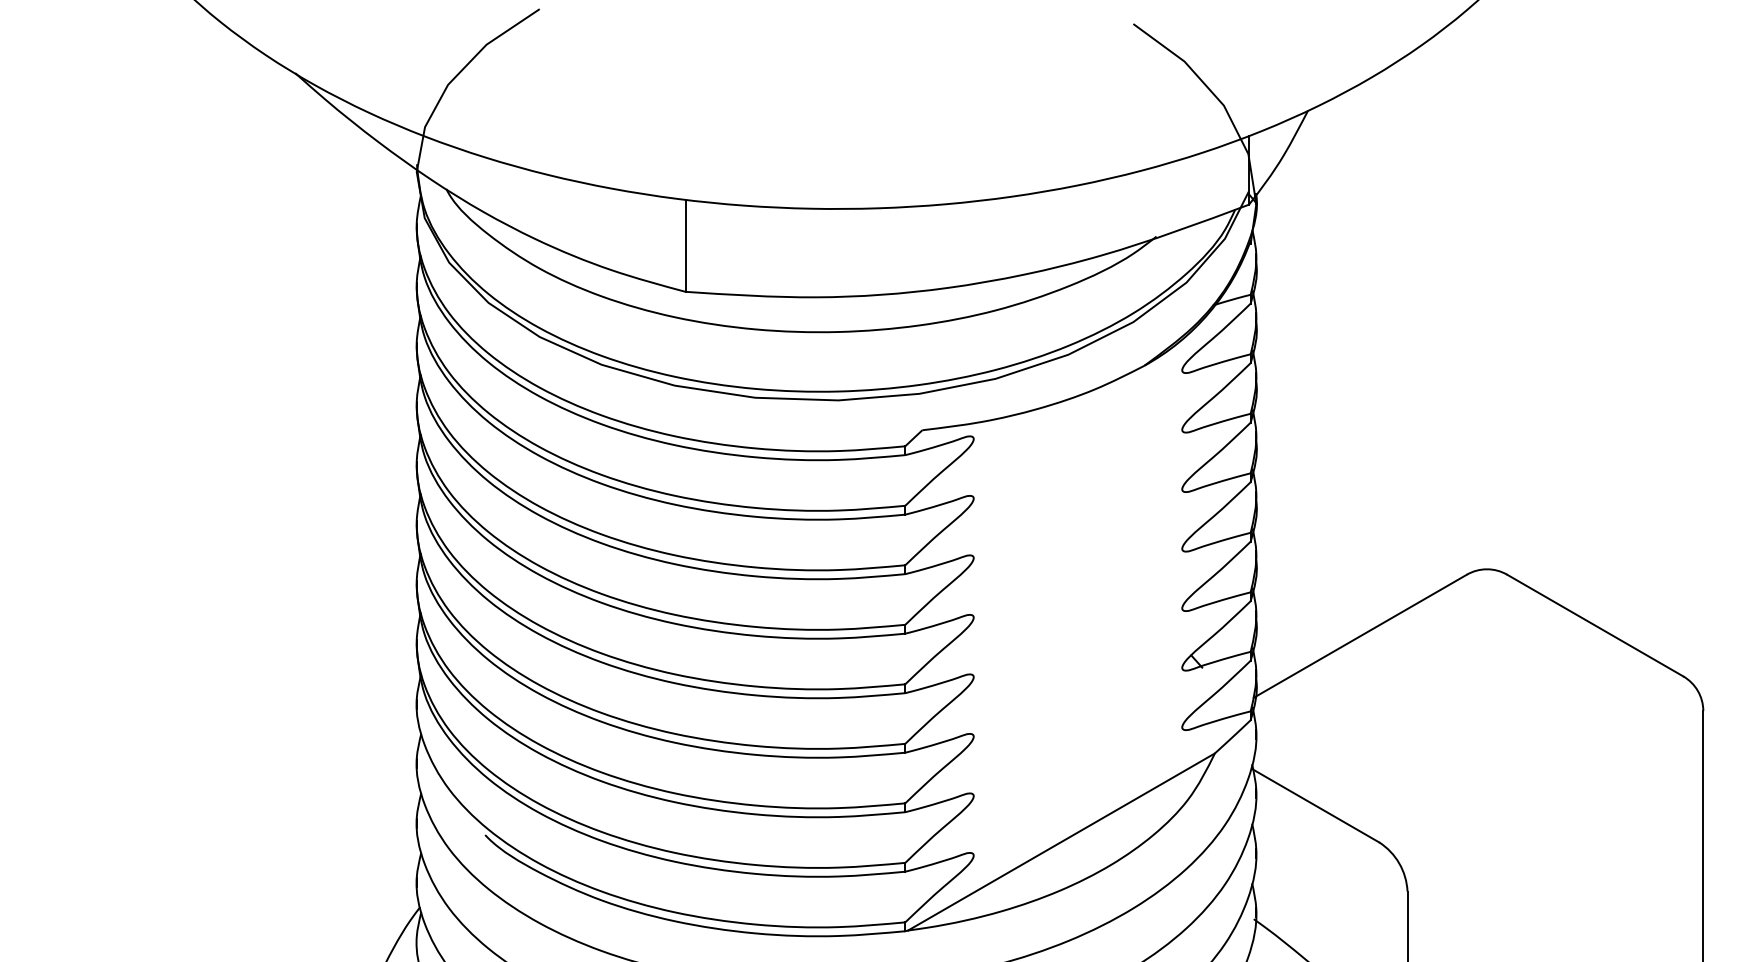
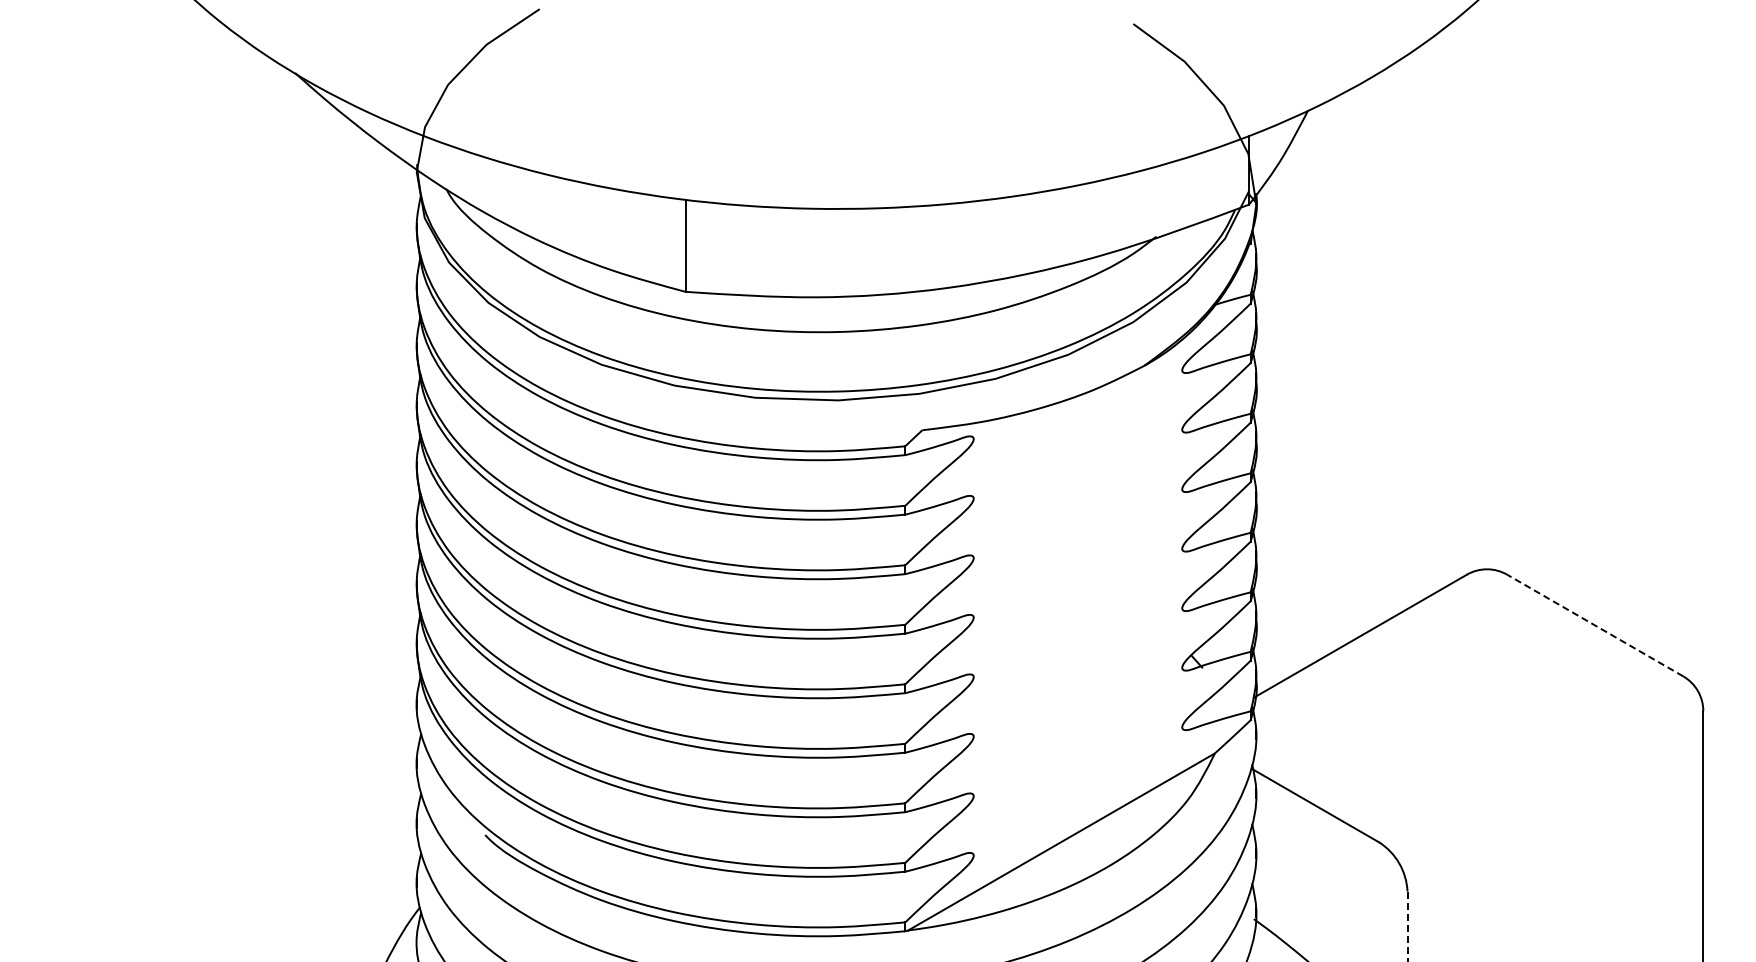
line at (1595, 625): solid -> dashed
line at (1407, 926): solid -> dashed
